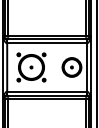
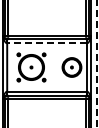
line at (47, 43): solid -> dashed
line at (96, 63): solid -> dashed
